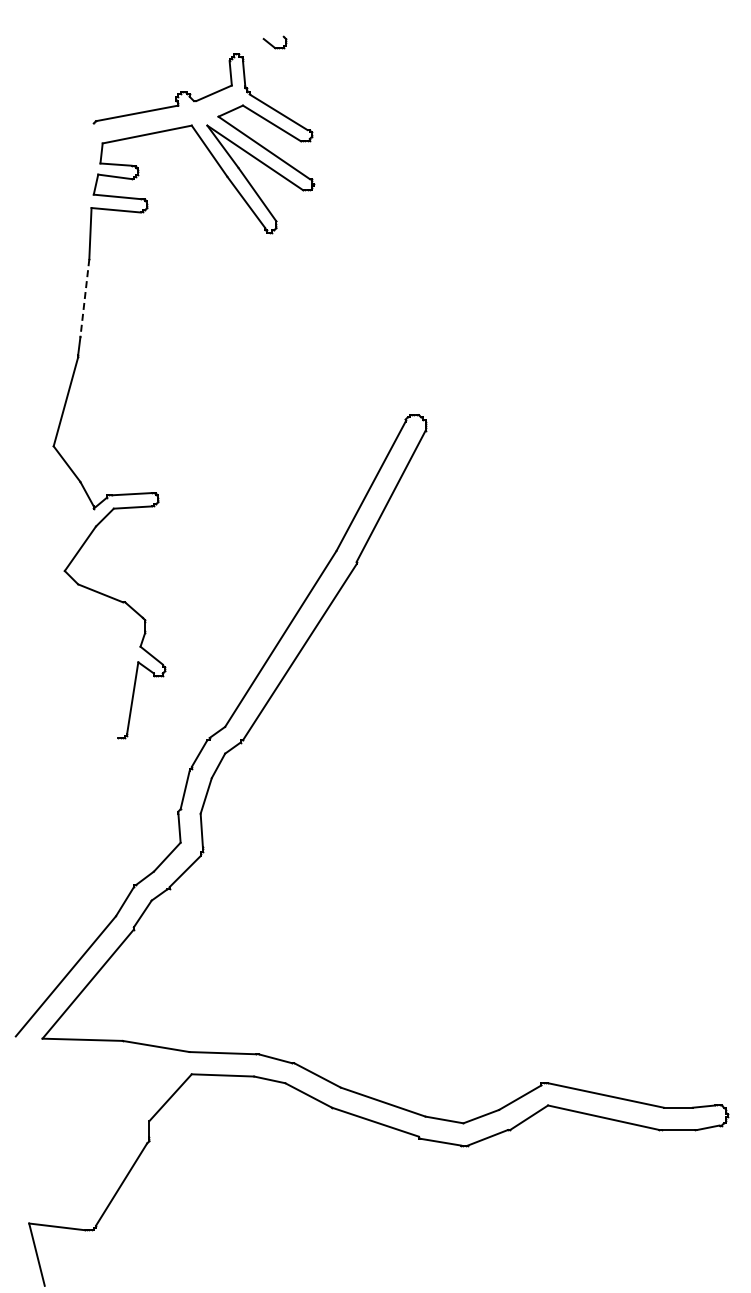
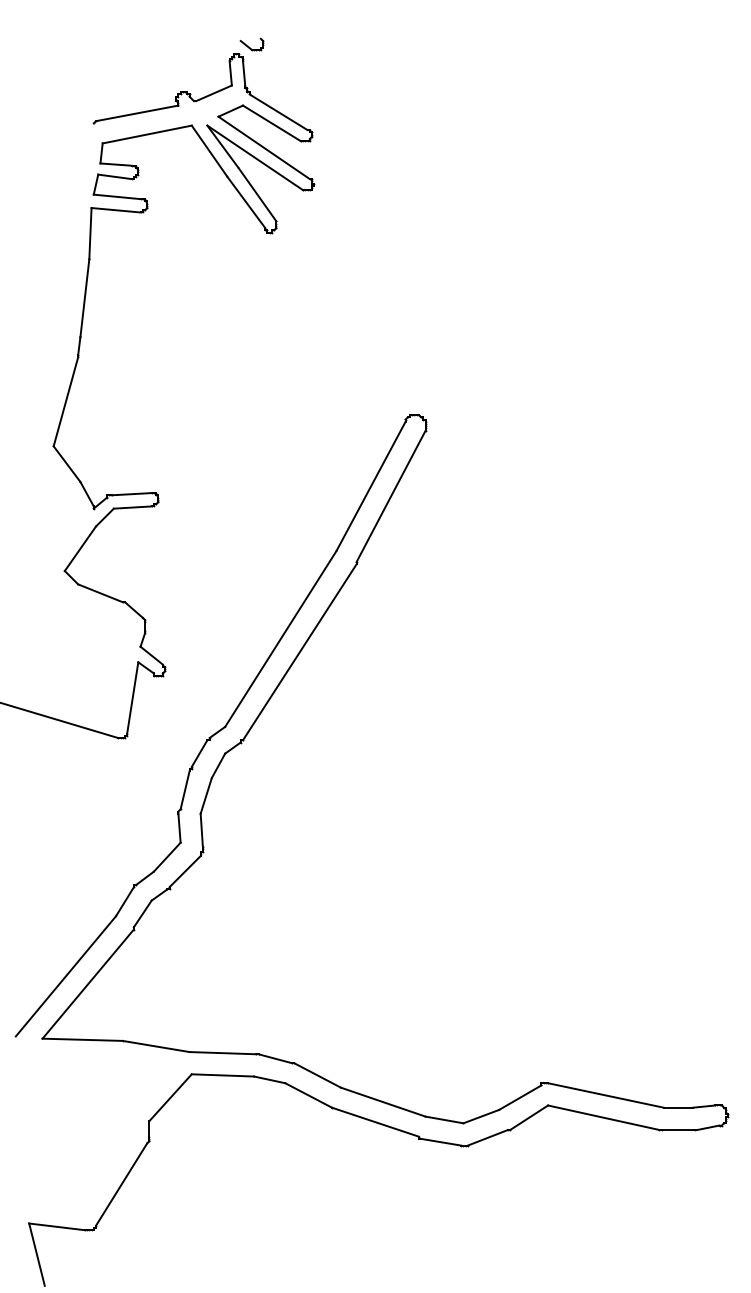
part at (274, 42) position: (274, 42) -> (251, 44)
line at (84, 298): dashed -> solid
line at (60, 720): none -> present
